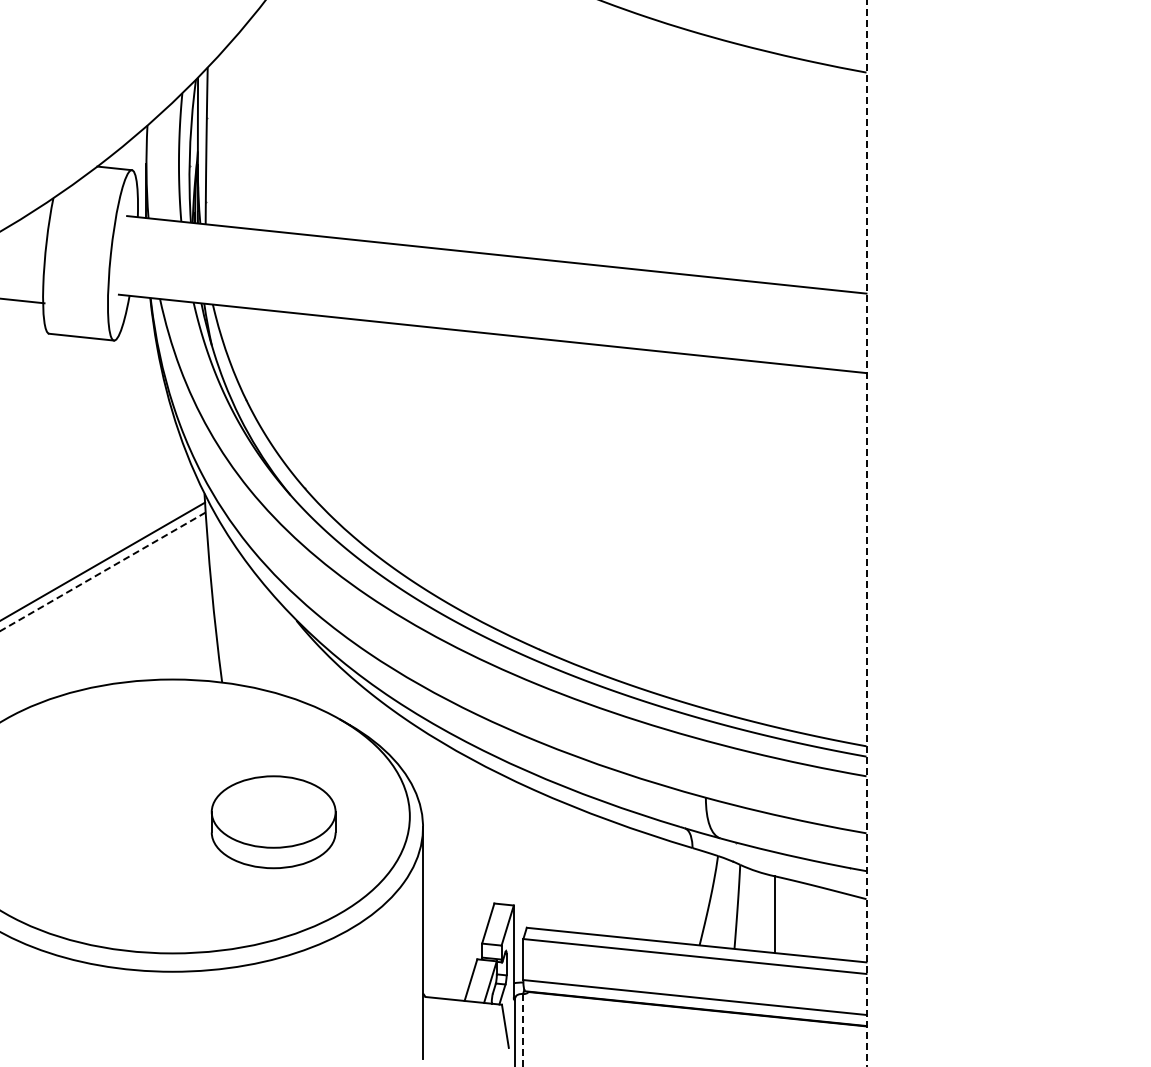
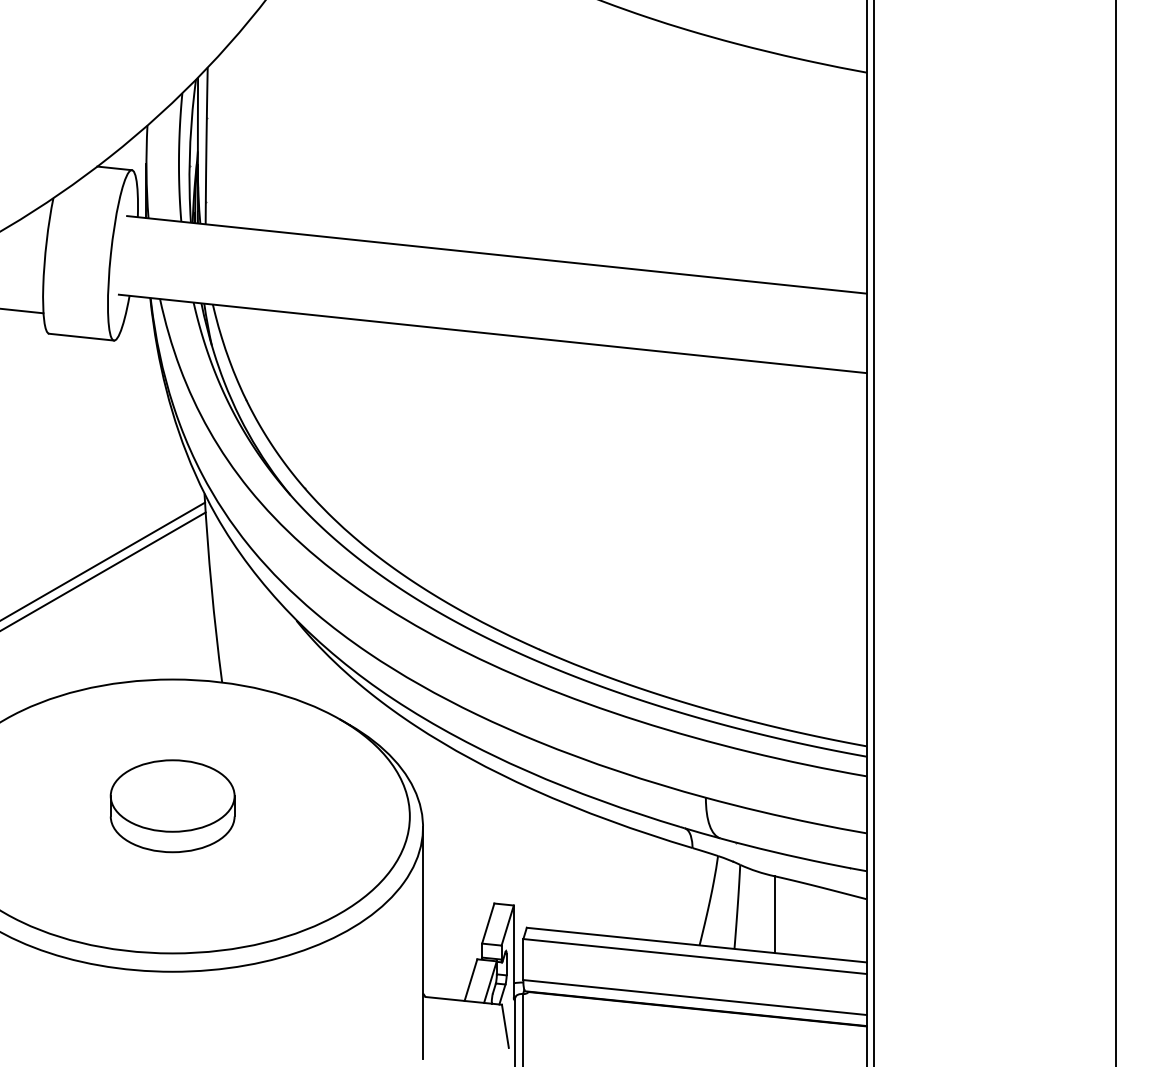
line at (23, 300) position: (23, 300) -> (22, 311)
line at (874, 532): none -> present
line at (1116, 532): none -> present
line at (866, 533): dashed -> solid
line at (102, 571): dashed -> solid
part at (273, 822) position: (273, 822) -> (172, 806)
line at (523, 1030): dashed -> solid
